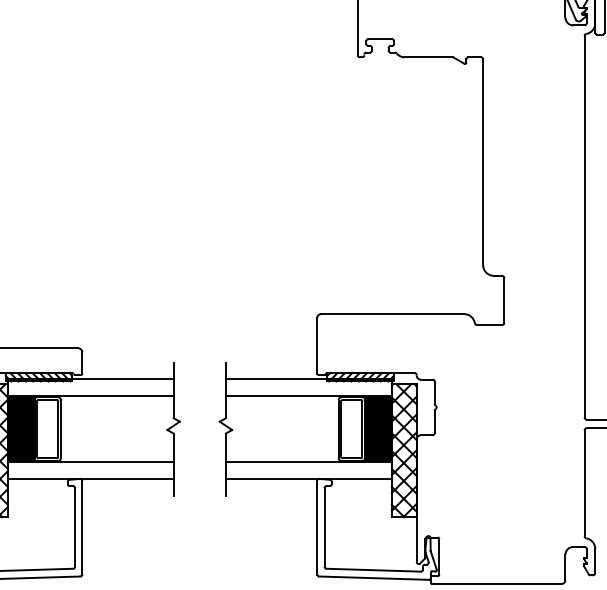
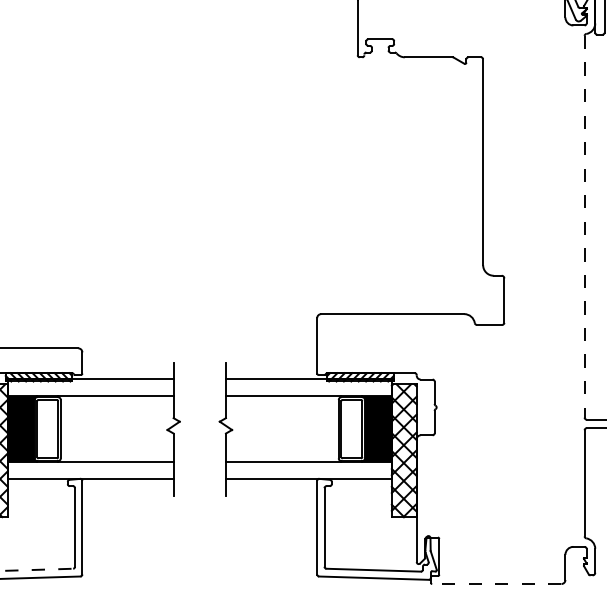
line at (584, 226): solid -> dashed
line at (37, 569): solid -> dashed
line at (496, 584): solid -> dashed
